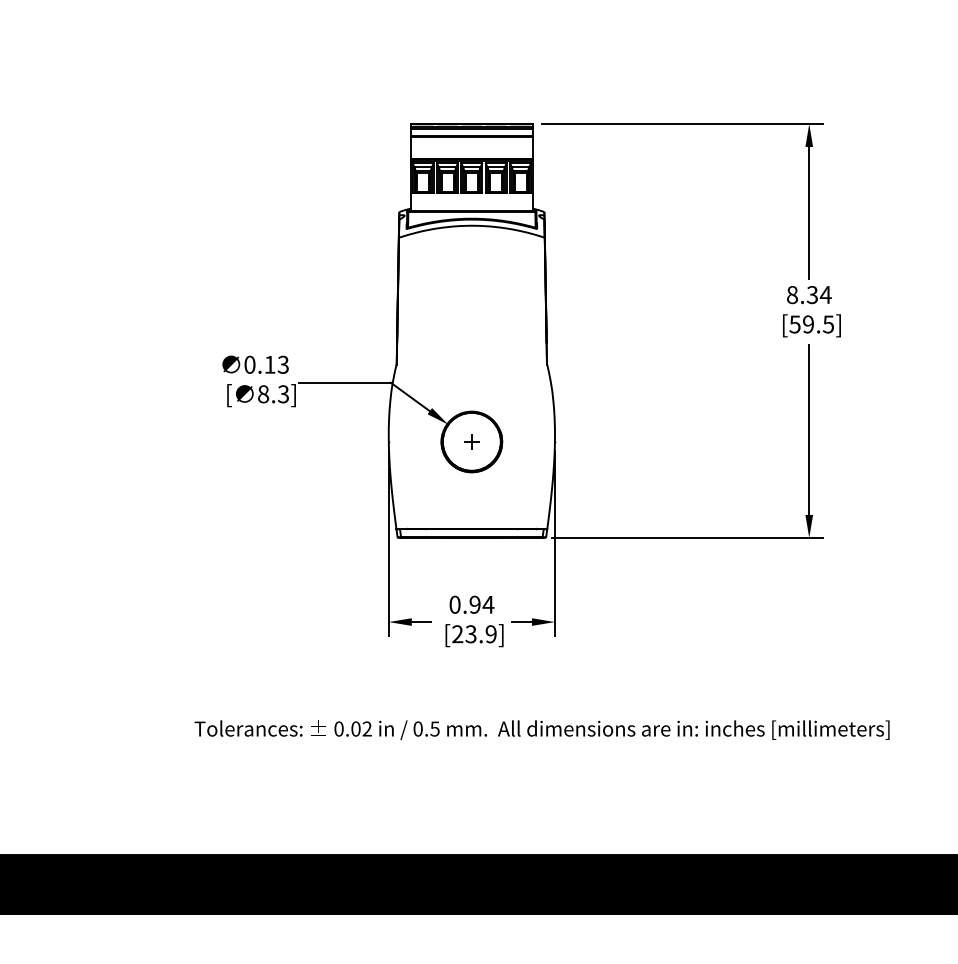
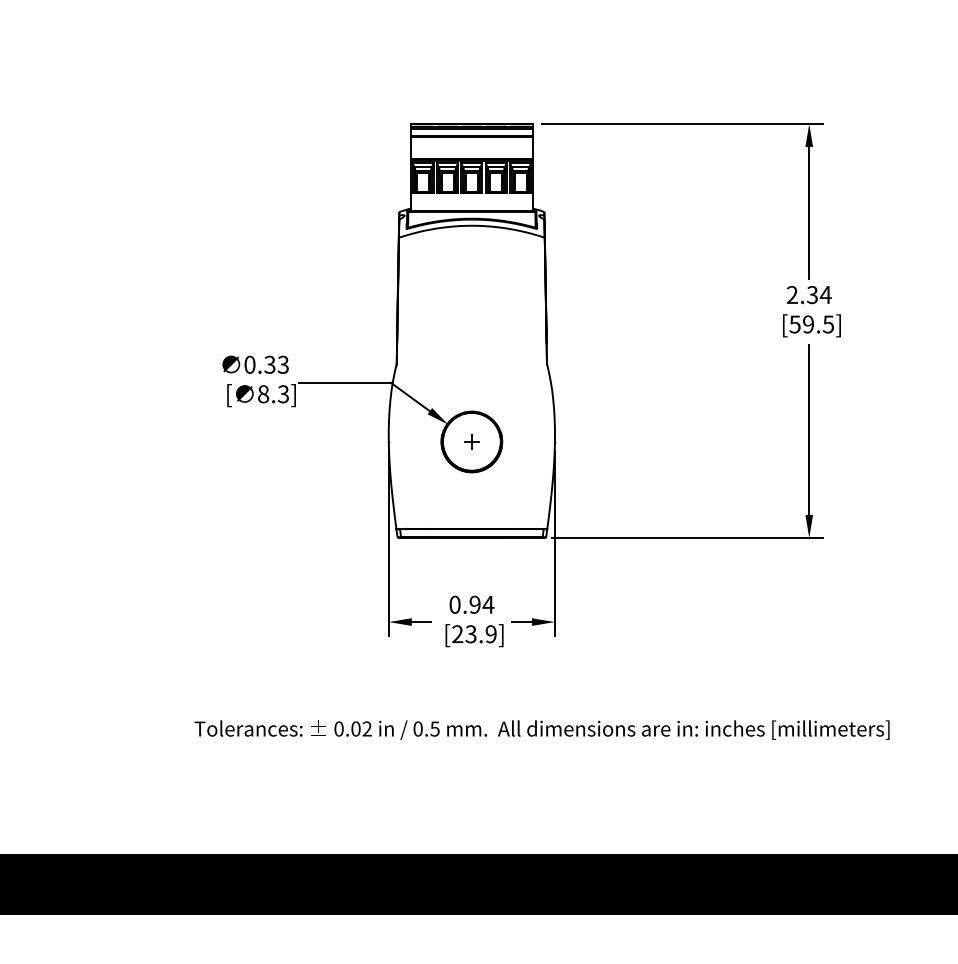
text at (792, 295): 8.34 -> 2.34
text at (269, 364): 0.13 -> 0.33
